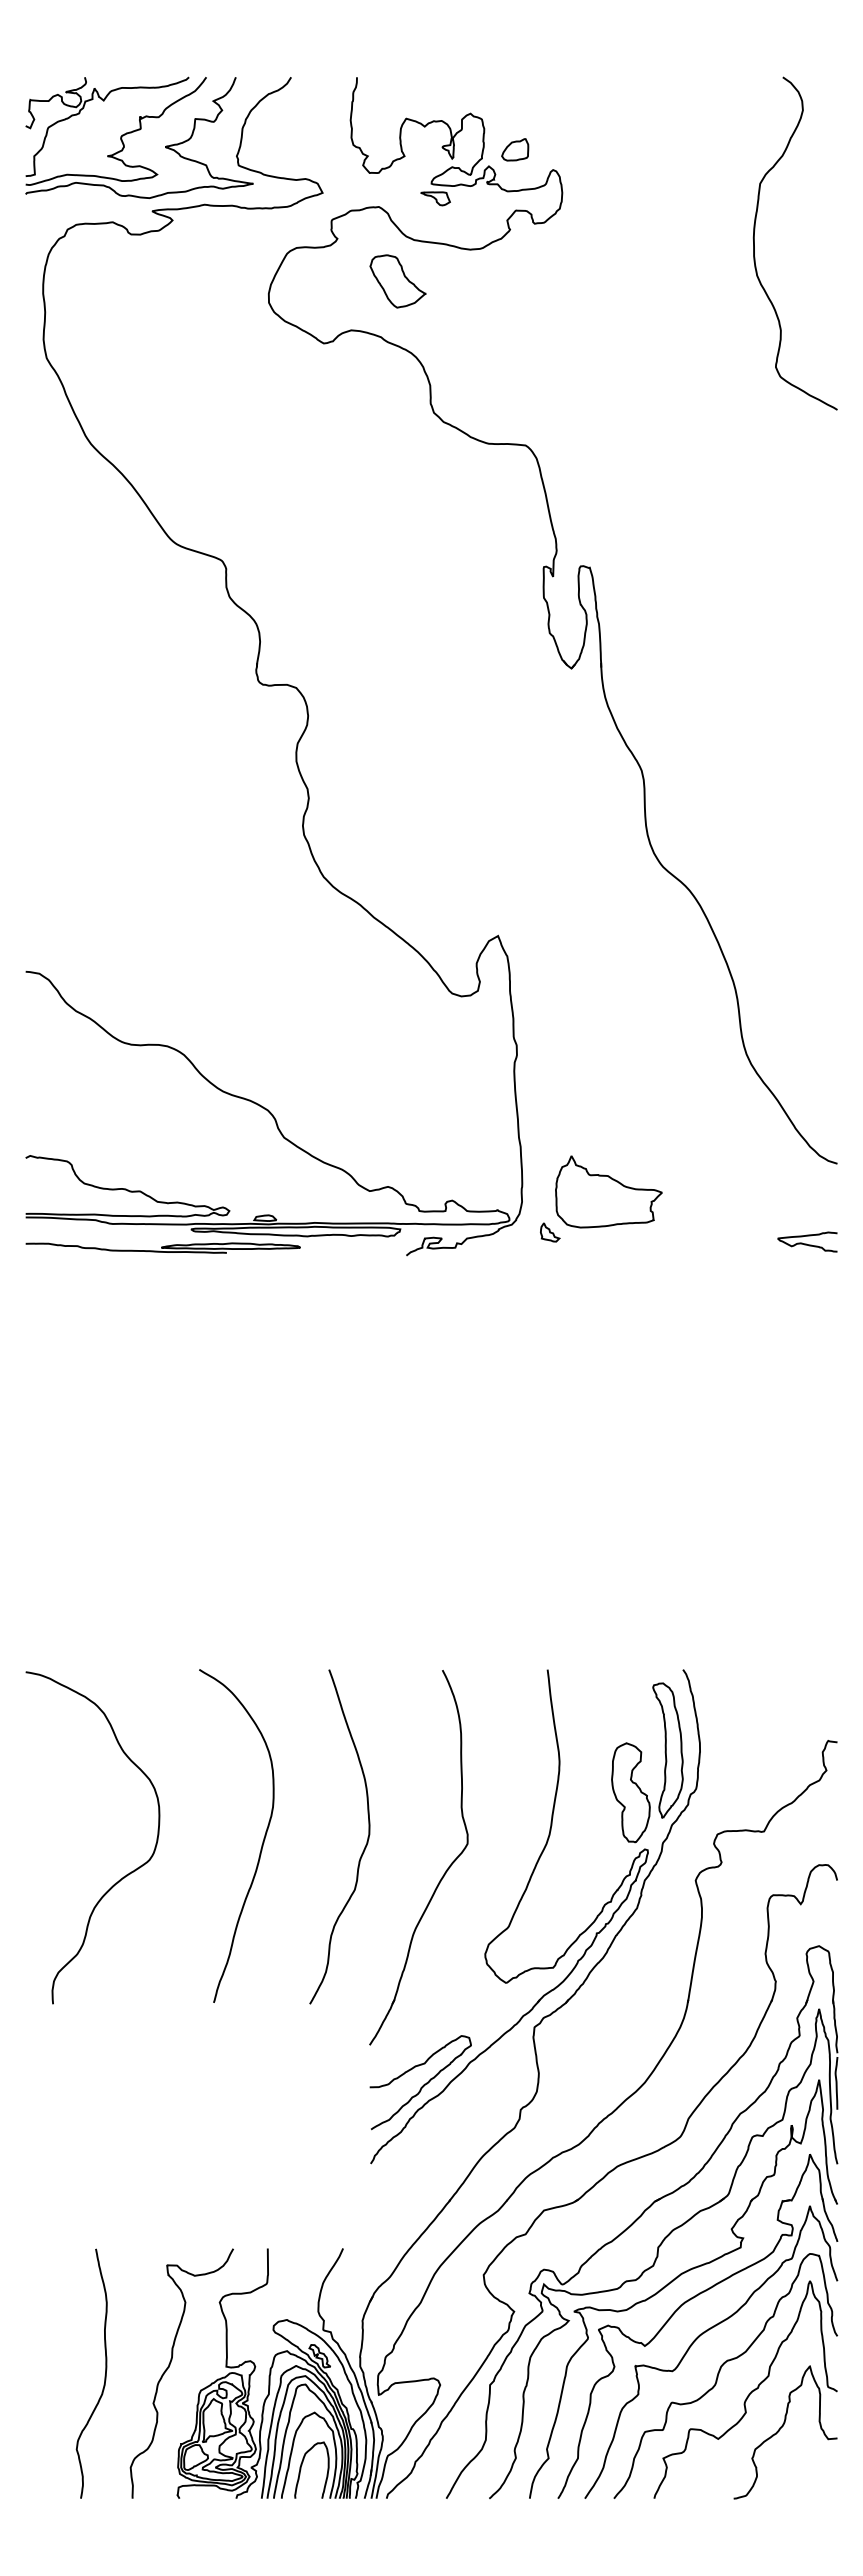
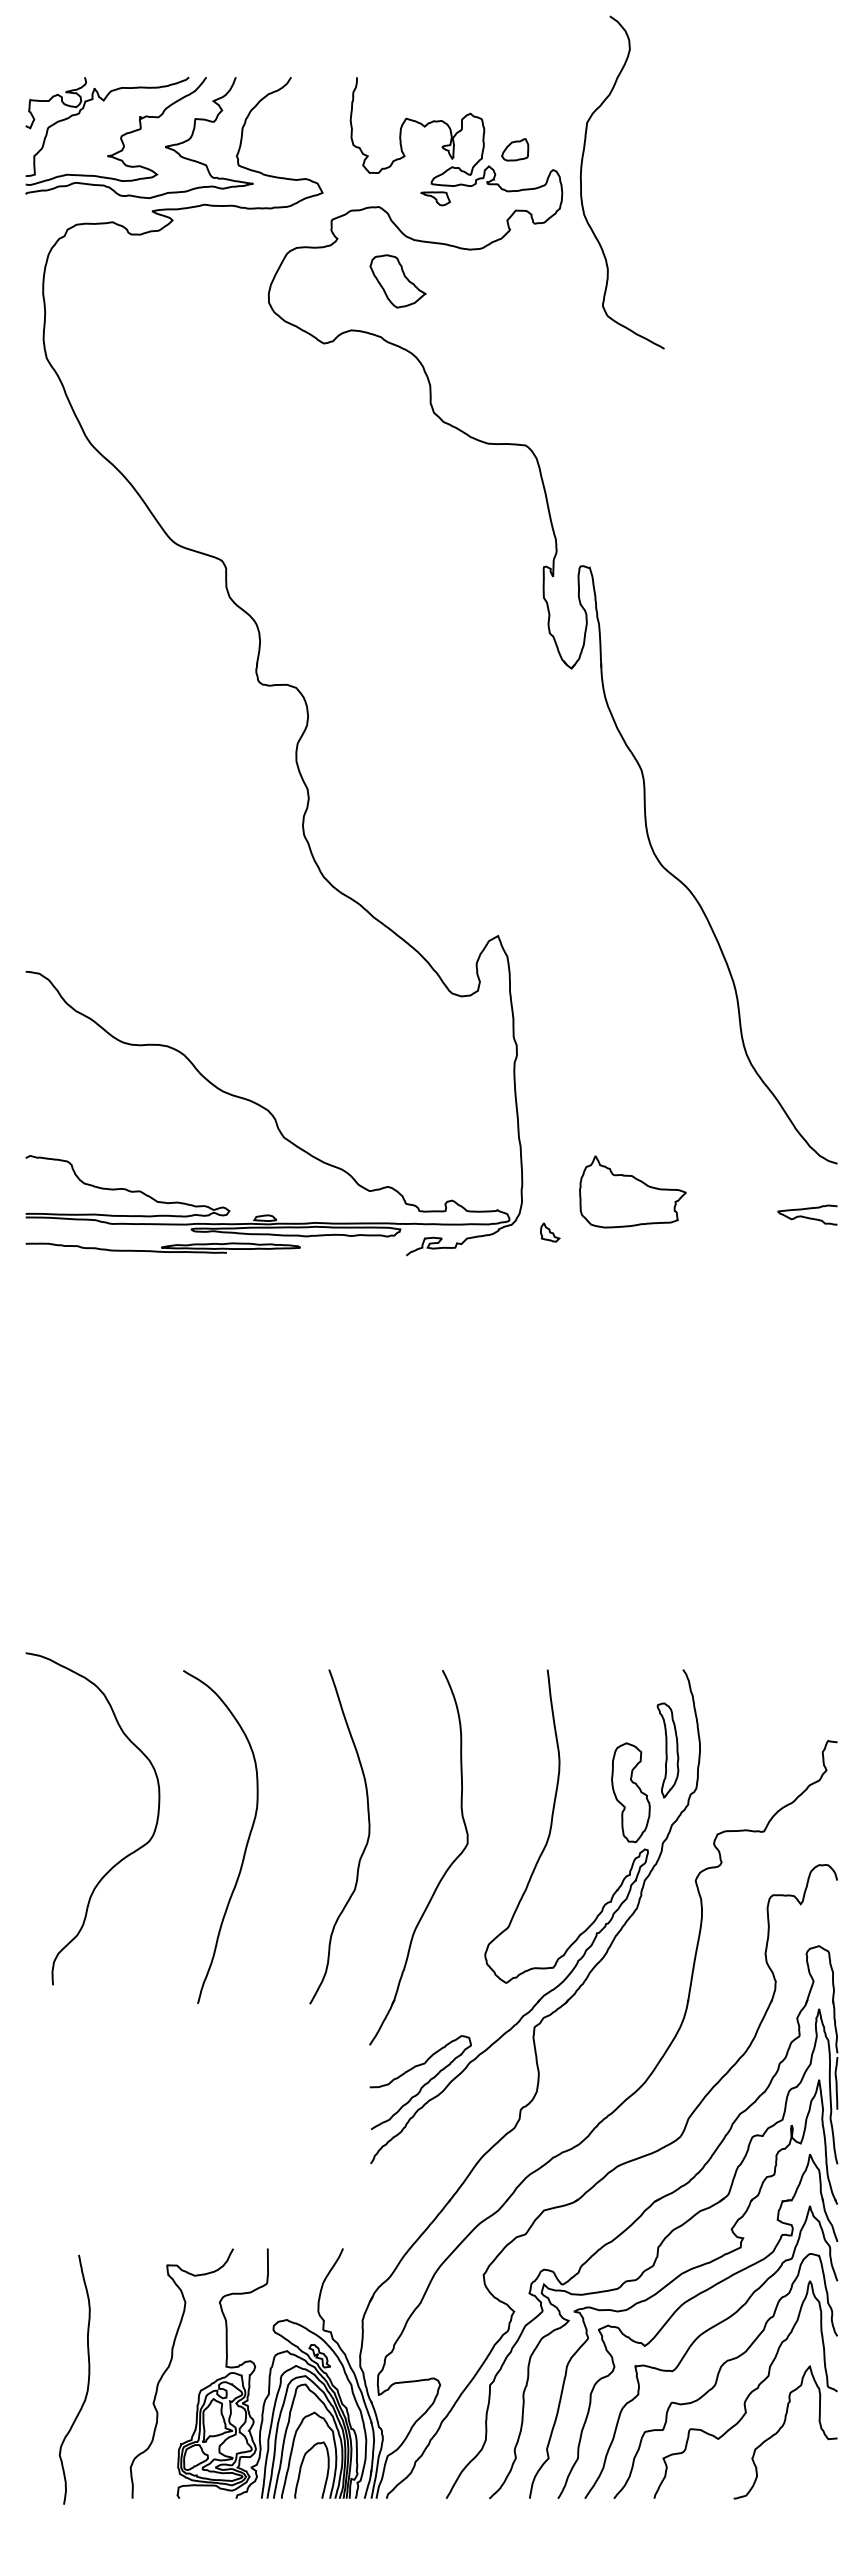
curve at (754, 243) position: (754, 243) -> (581, 182)
part at (608, 1191) position: (608, 1191) -> (632, 1191)
curve at (806, 1243) position: (806, 1243) -> (806, 1216)
part at (667, 1750) size: 32x137 px -> 24x97 px
curve at (261, 1844) position: (261, 1844) -> (245, 1845)
curve at (123, 1876) position: (123, 1876) -> (123, 1857)
curve at (104, 2375) position: (104, 2375) -> (87, 2381)
